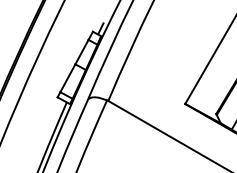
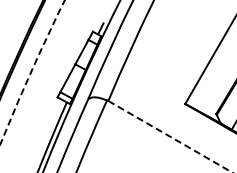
arc at (30, 72): solid -> dashed
line at (170, 136): solid -> dashed
